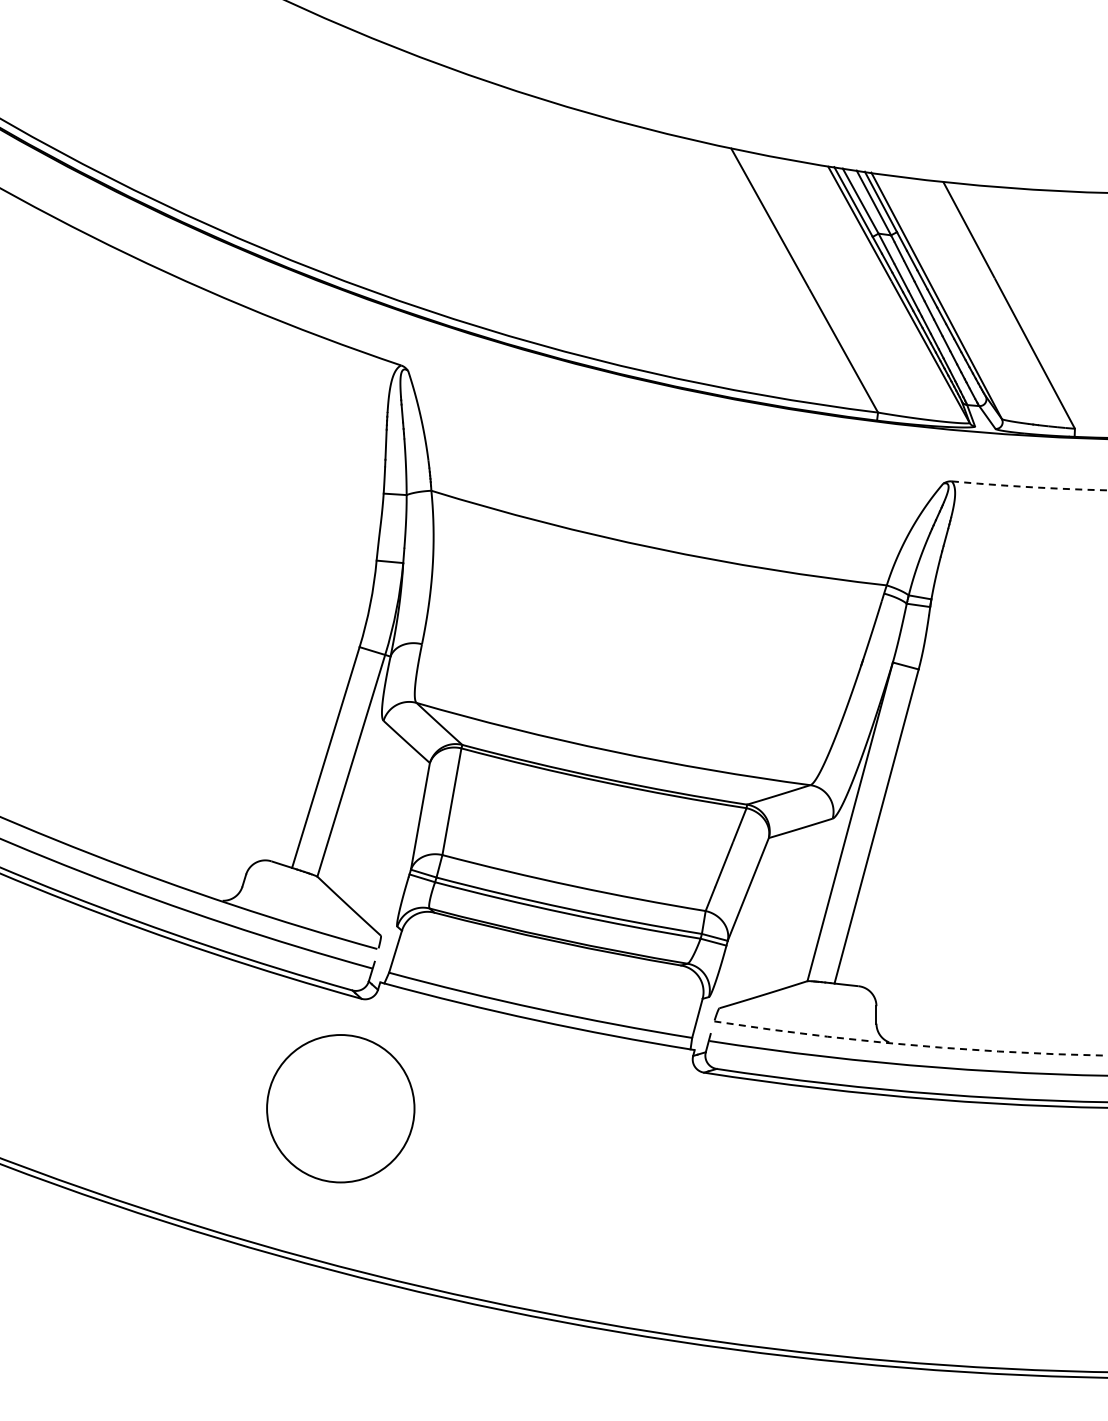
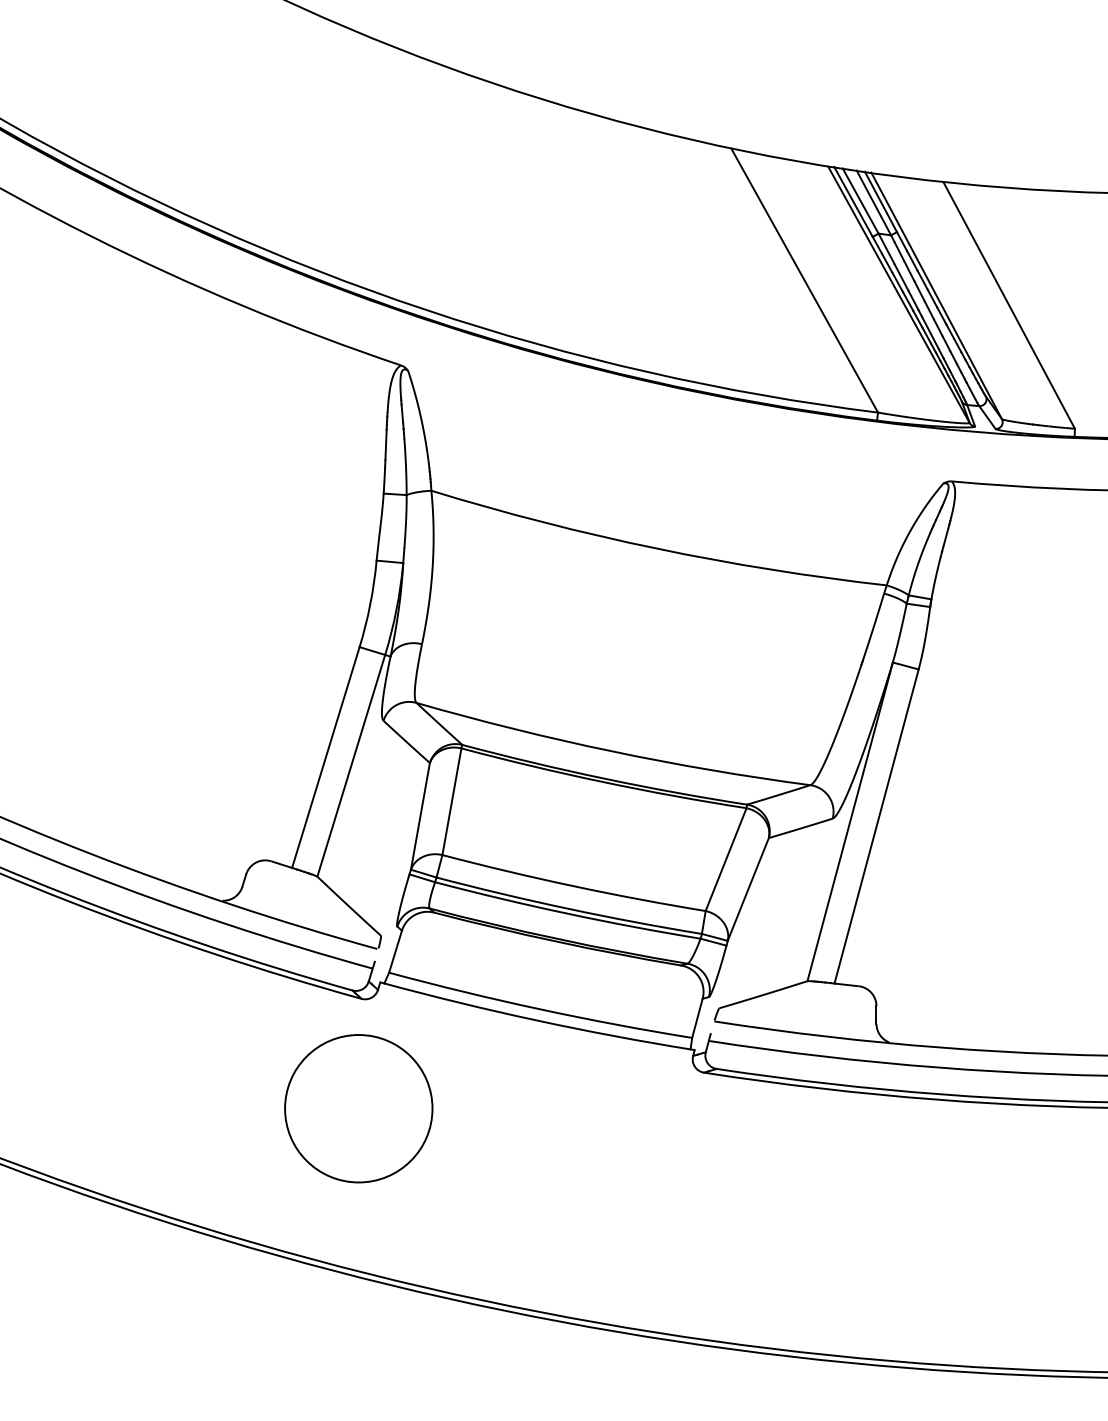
arc at (1030, 487): dashed -> solid
arc at (910, 1045): dashed -> solid
circle at (340, 1108) position: (340, 1108) -> (358, 1108)
